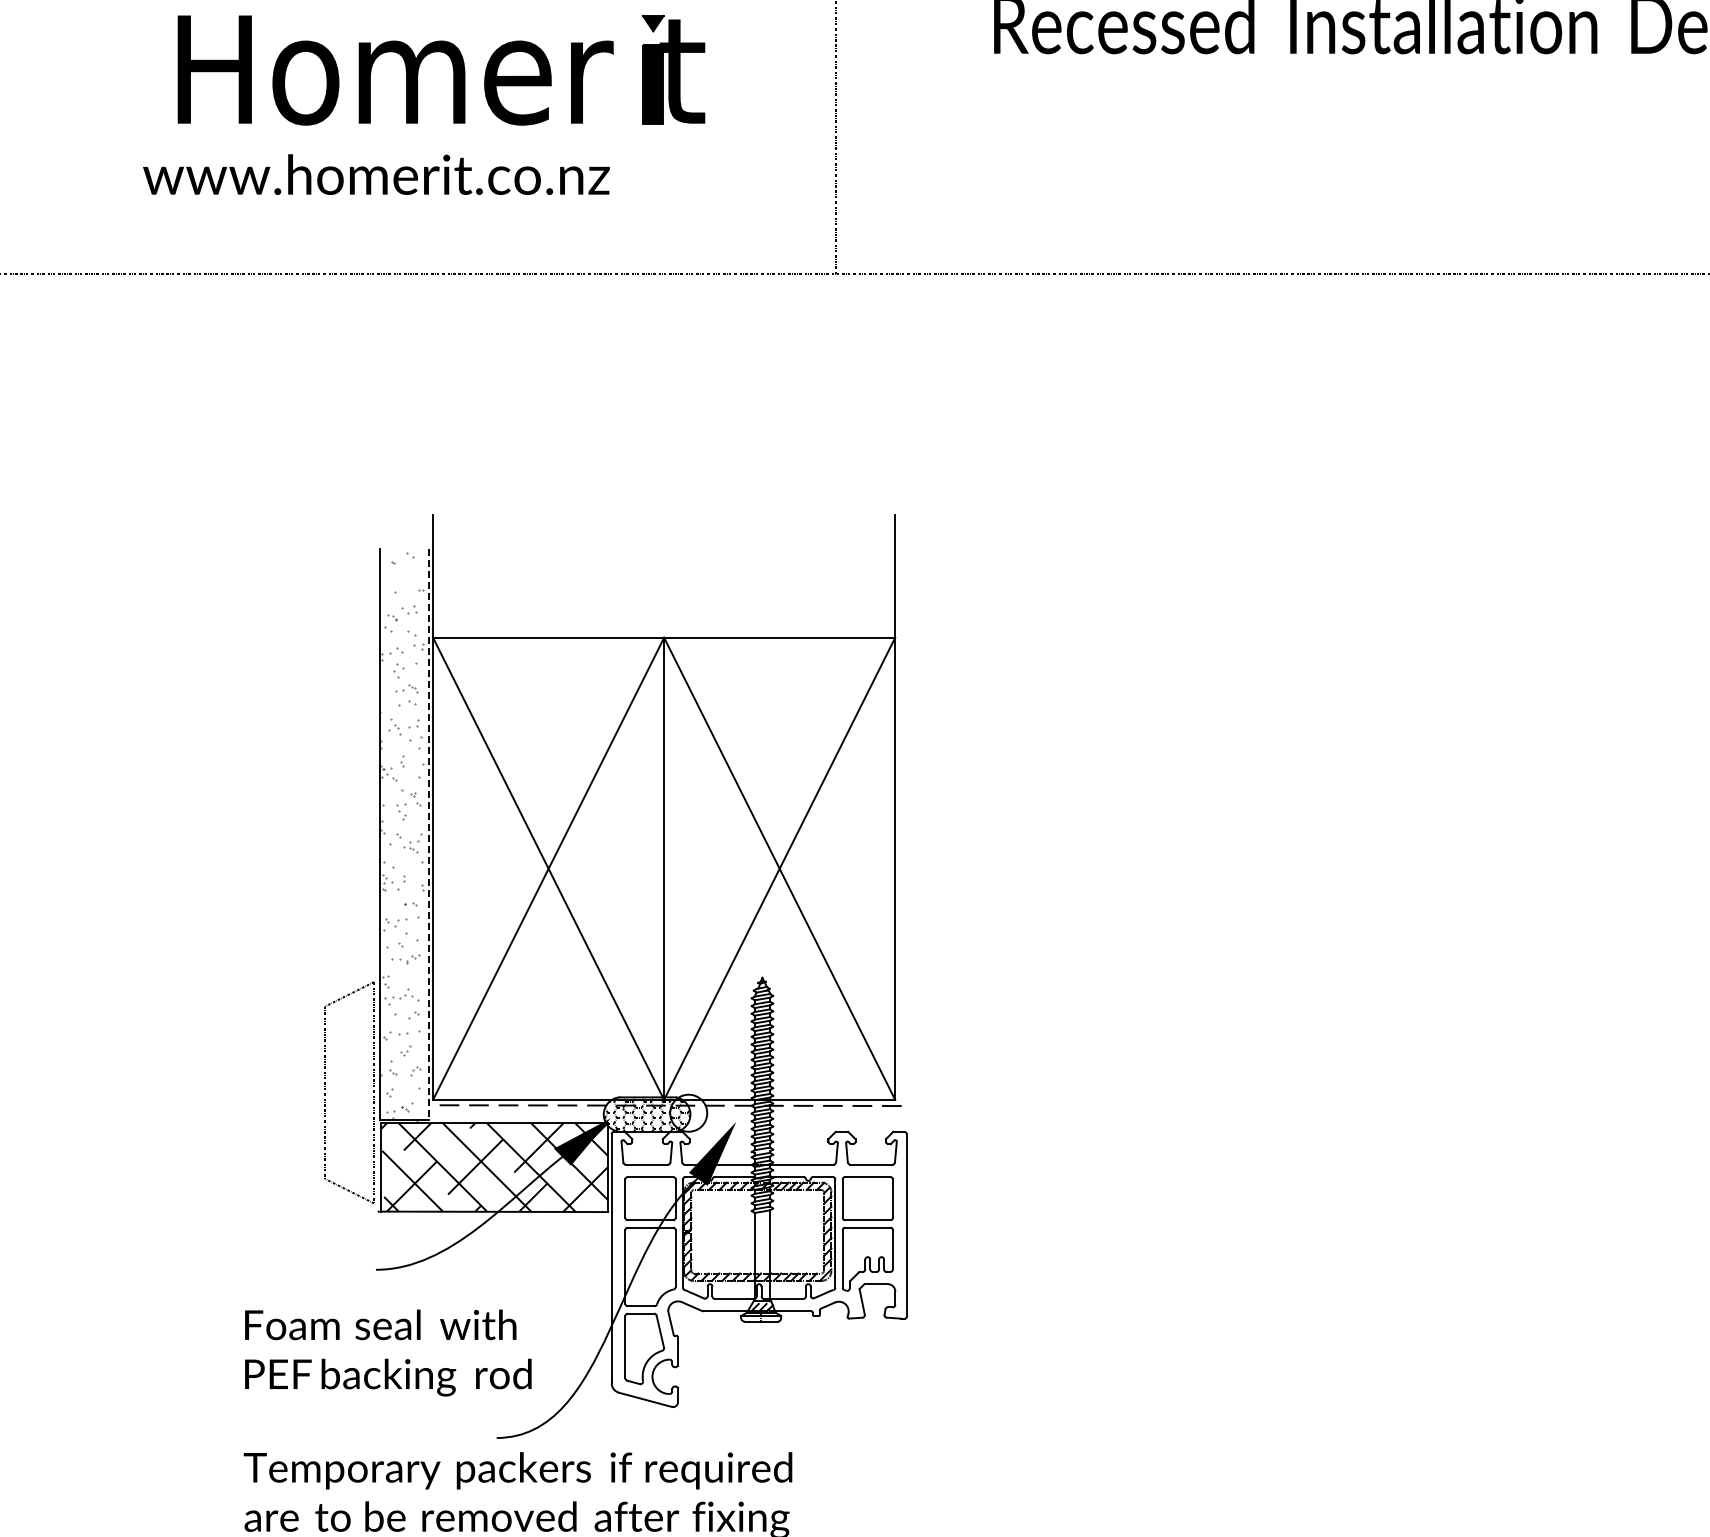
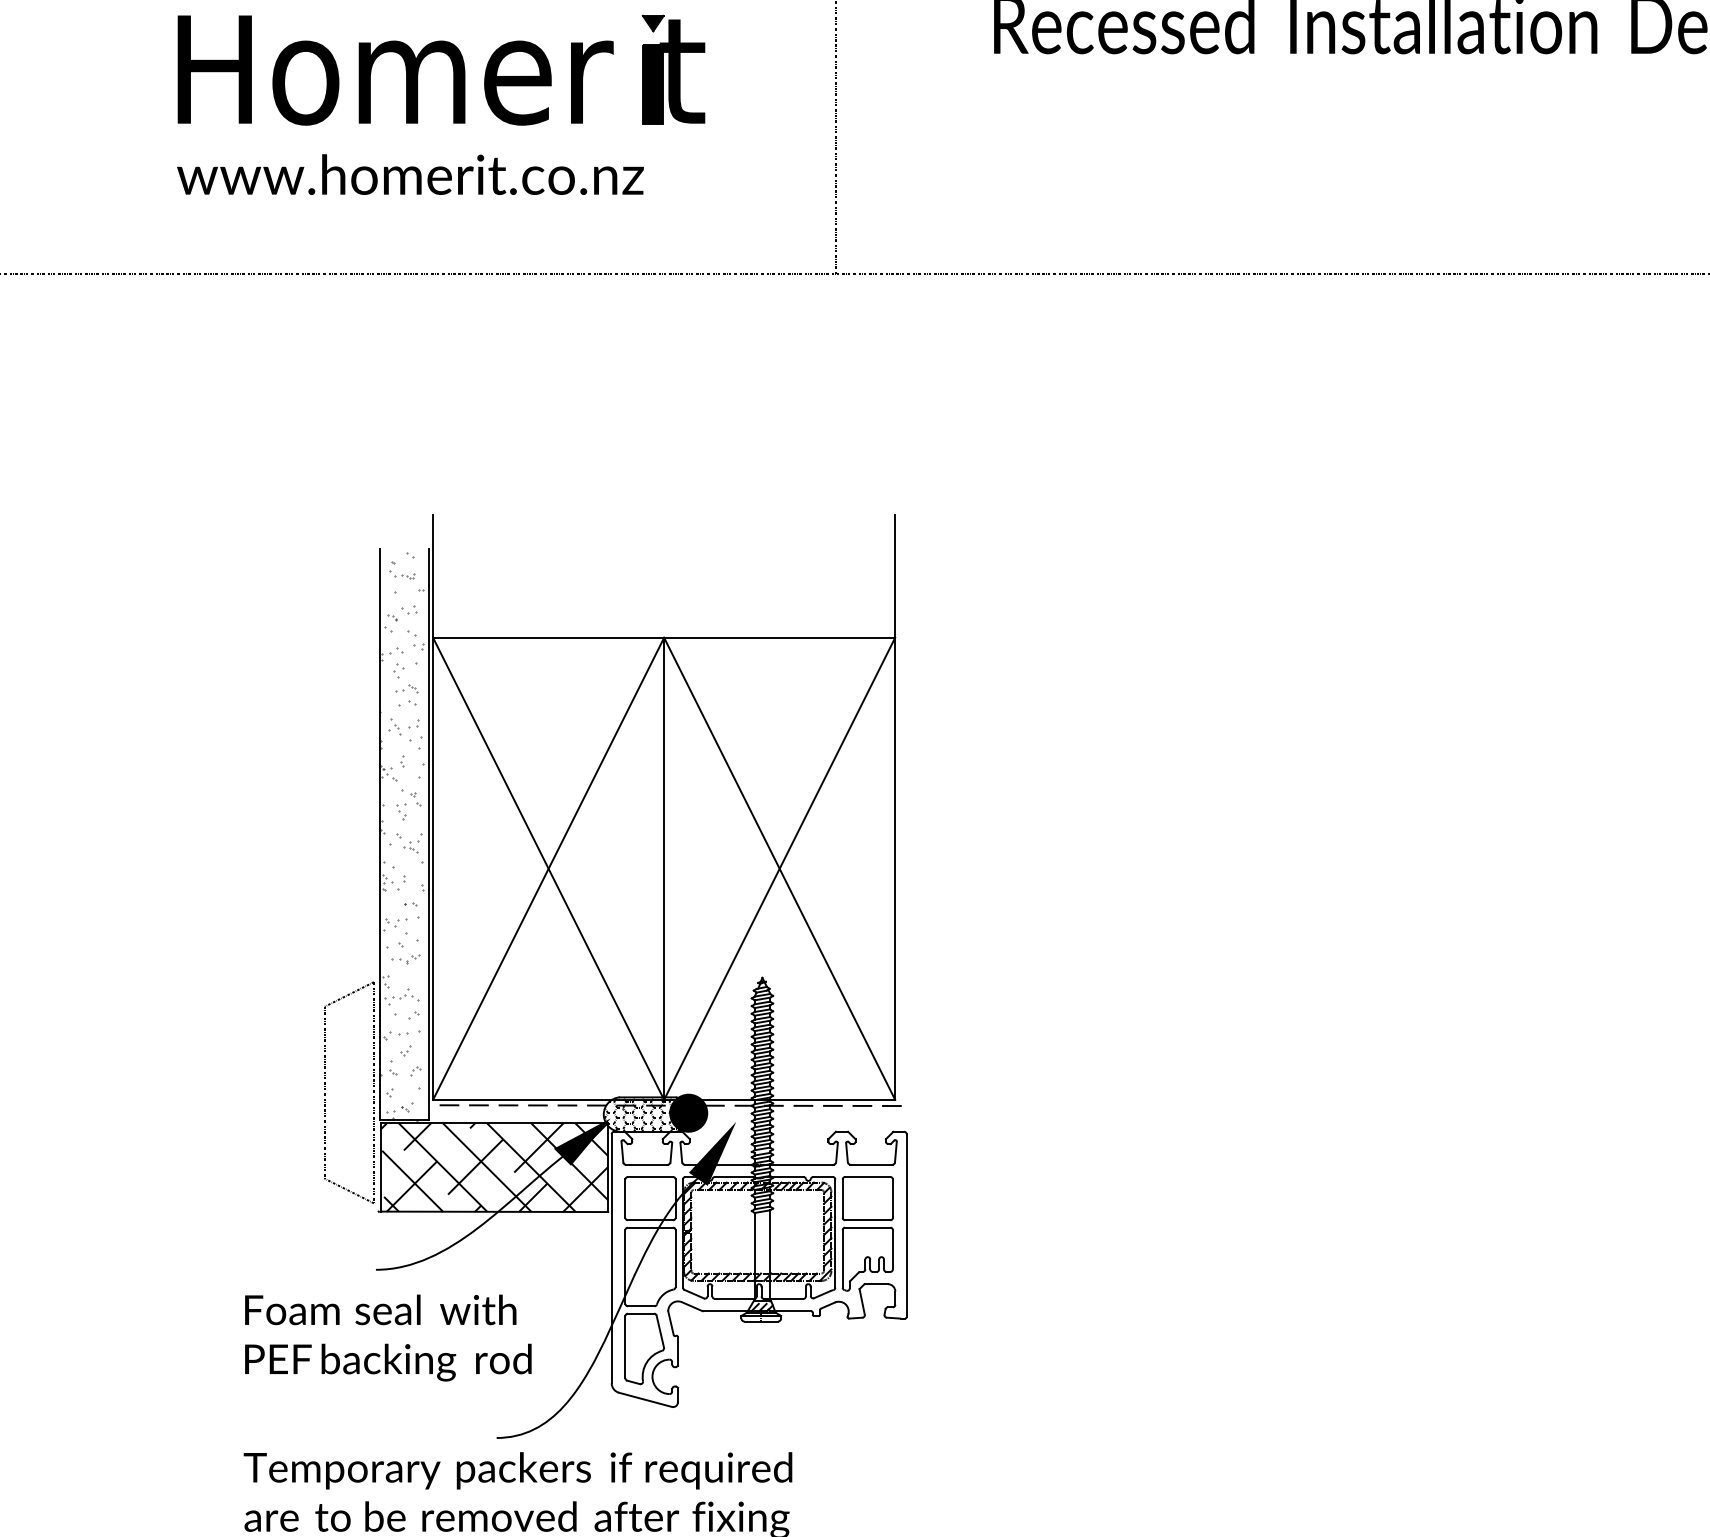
text at (376, 174) position: (376, 174) -> (410, 174)
part at (402, 574): none -> present
line at (428, 834): dashed -> solid
fill at (688, 1112): none -> present
text at (388, 1352) position: (388, 1352) -> (388, 1337)
